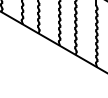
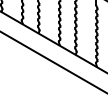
line at (53, 61): none -> present
